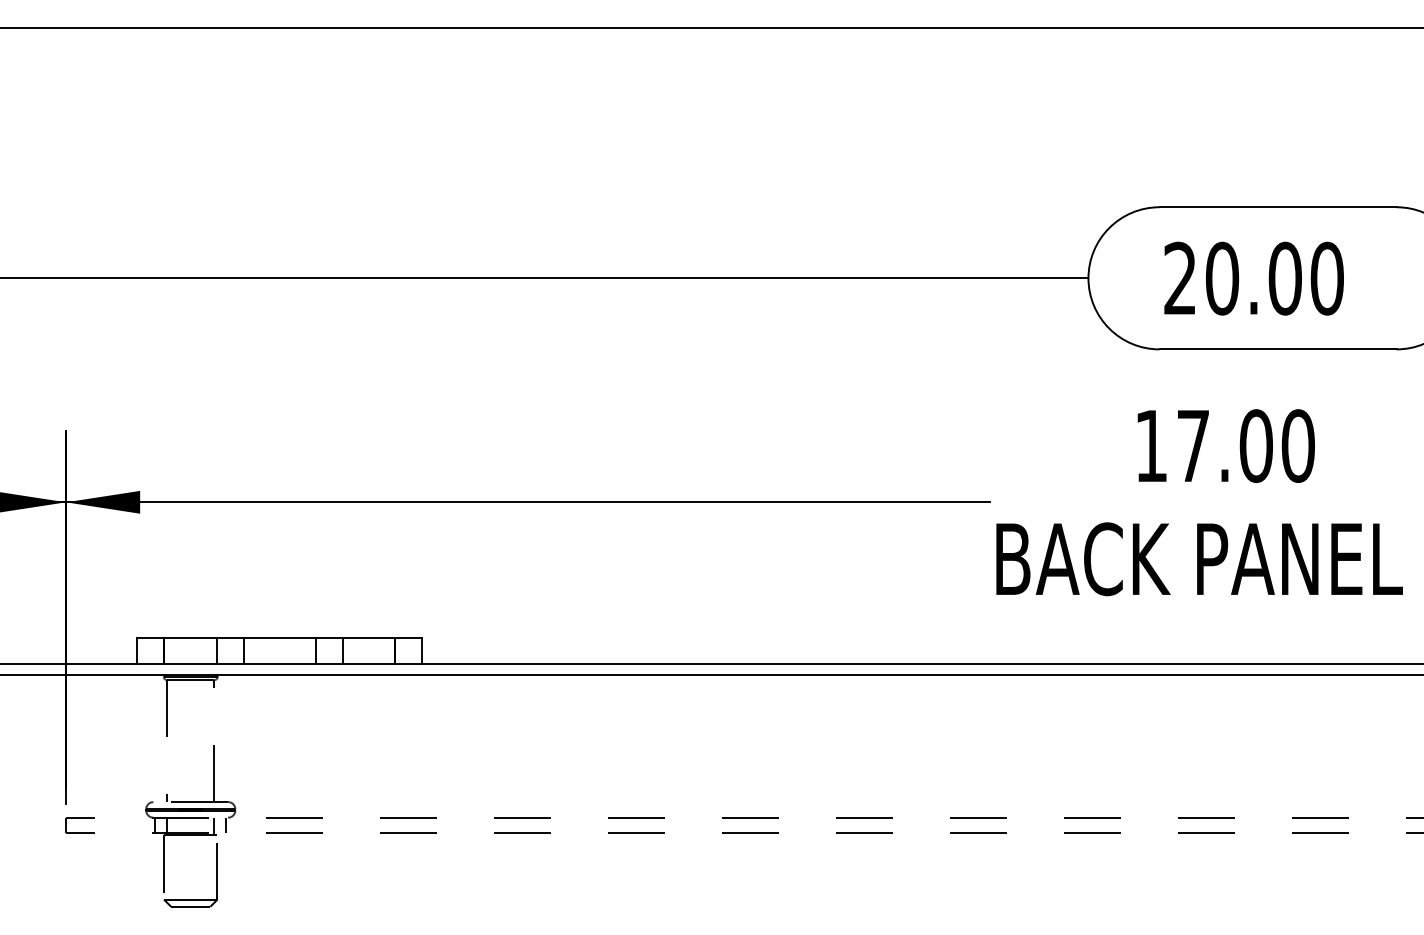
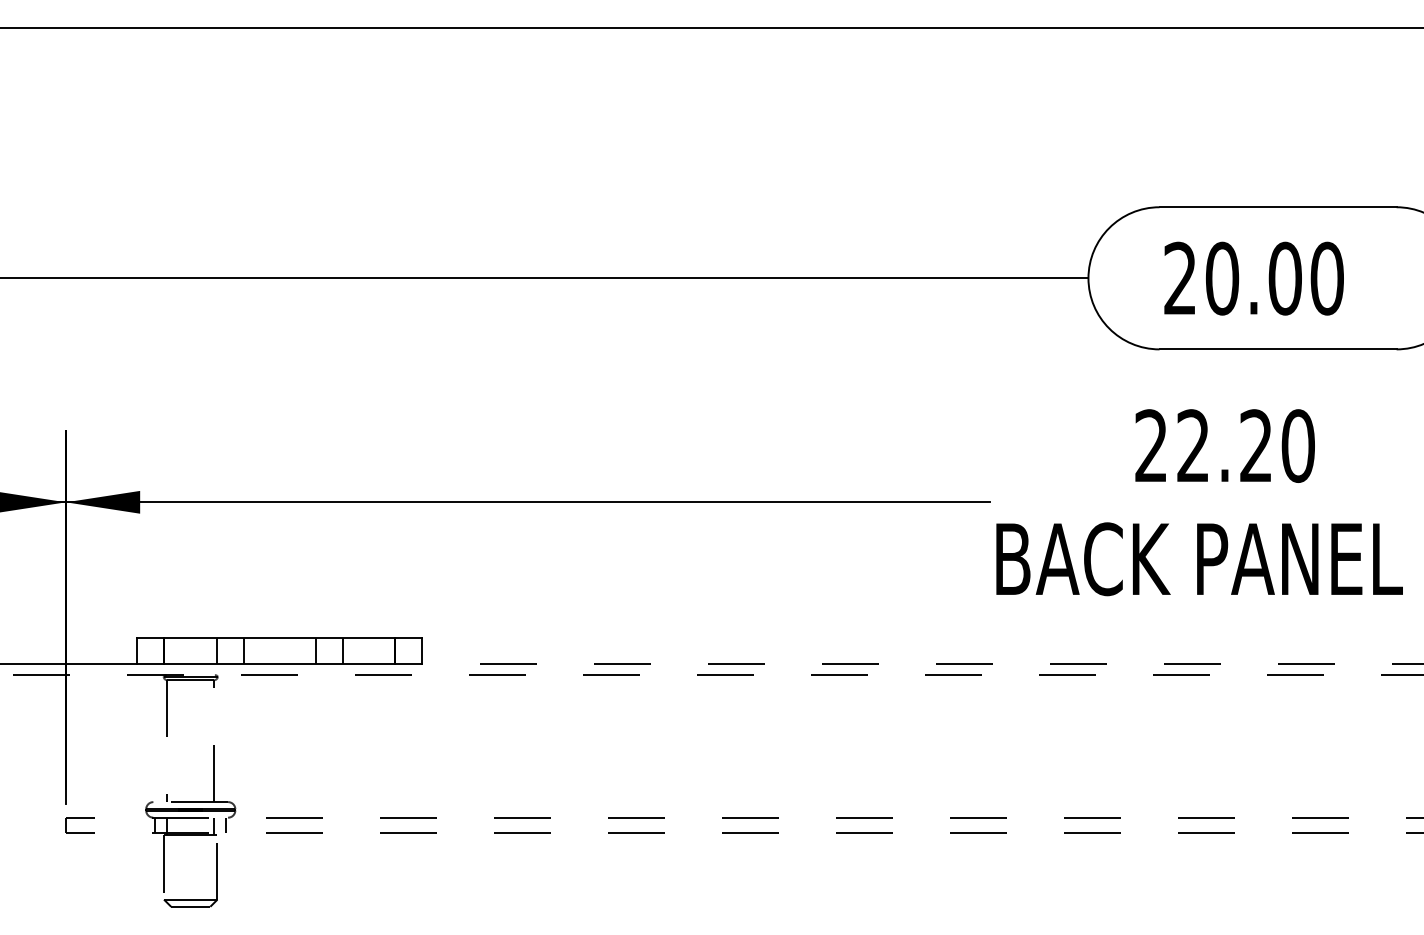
text at (1203, 445): 17.00 -> 22.20
line at (923, 664): solid -> dashed
line at (711, 675): solid -> dashed
